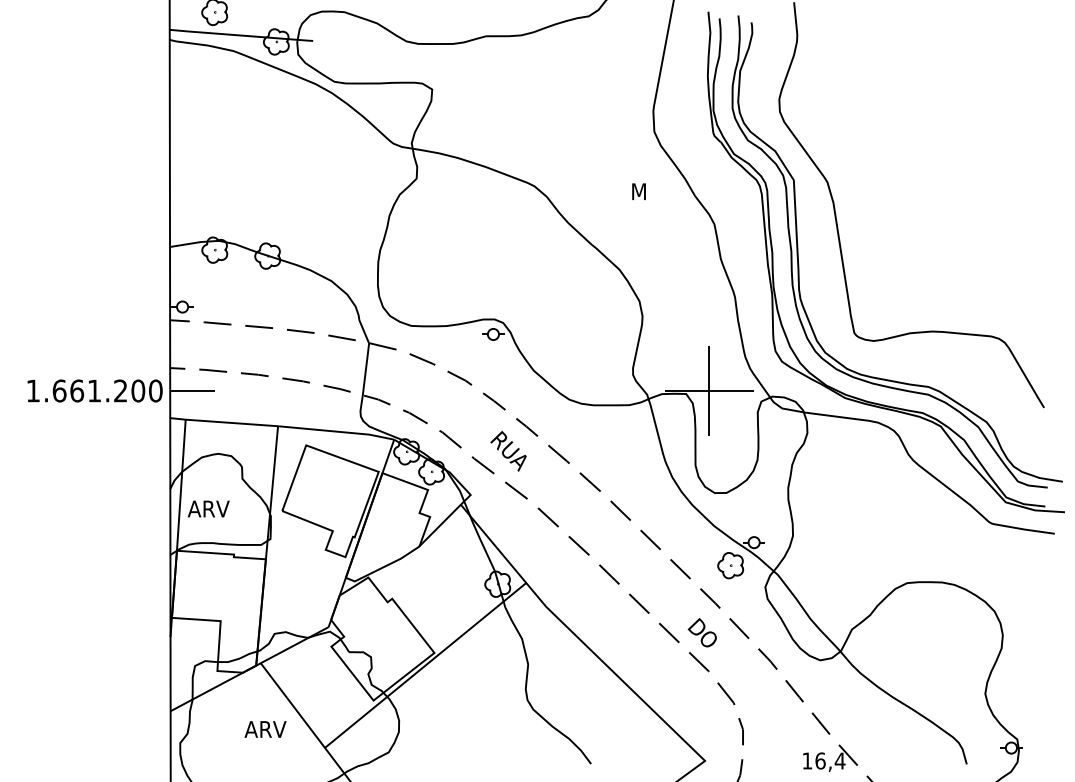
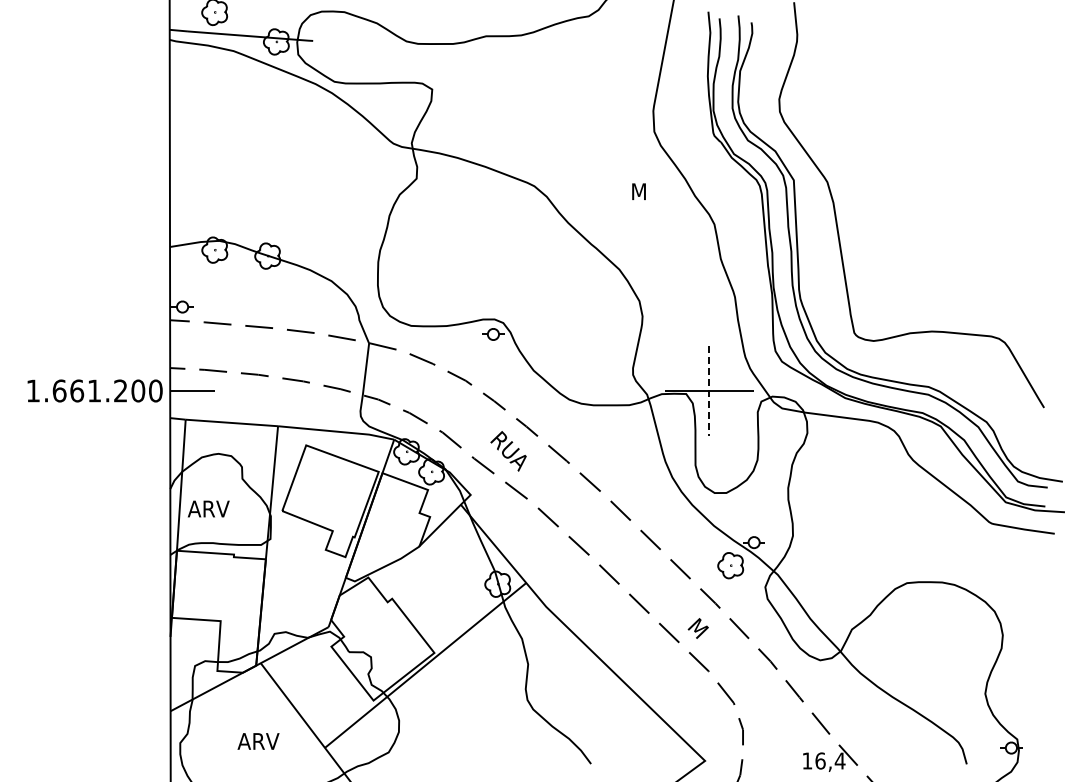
line at (709, 391): solid -> dashed
text at (702, 633): DO -> M
text at (265, 729) position: (265, 729) -> (258, 741)
